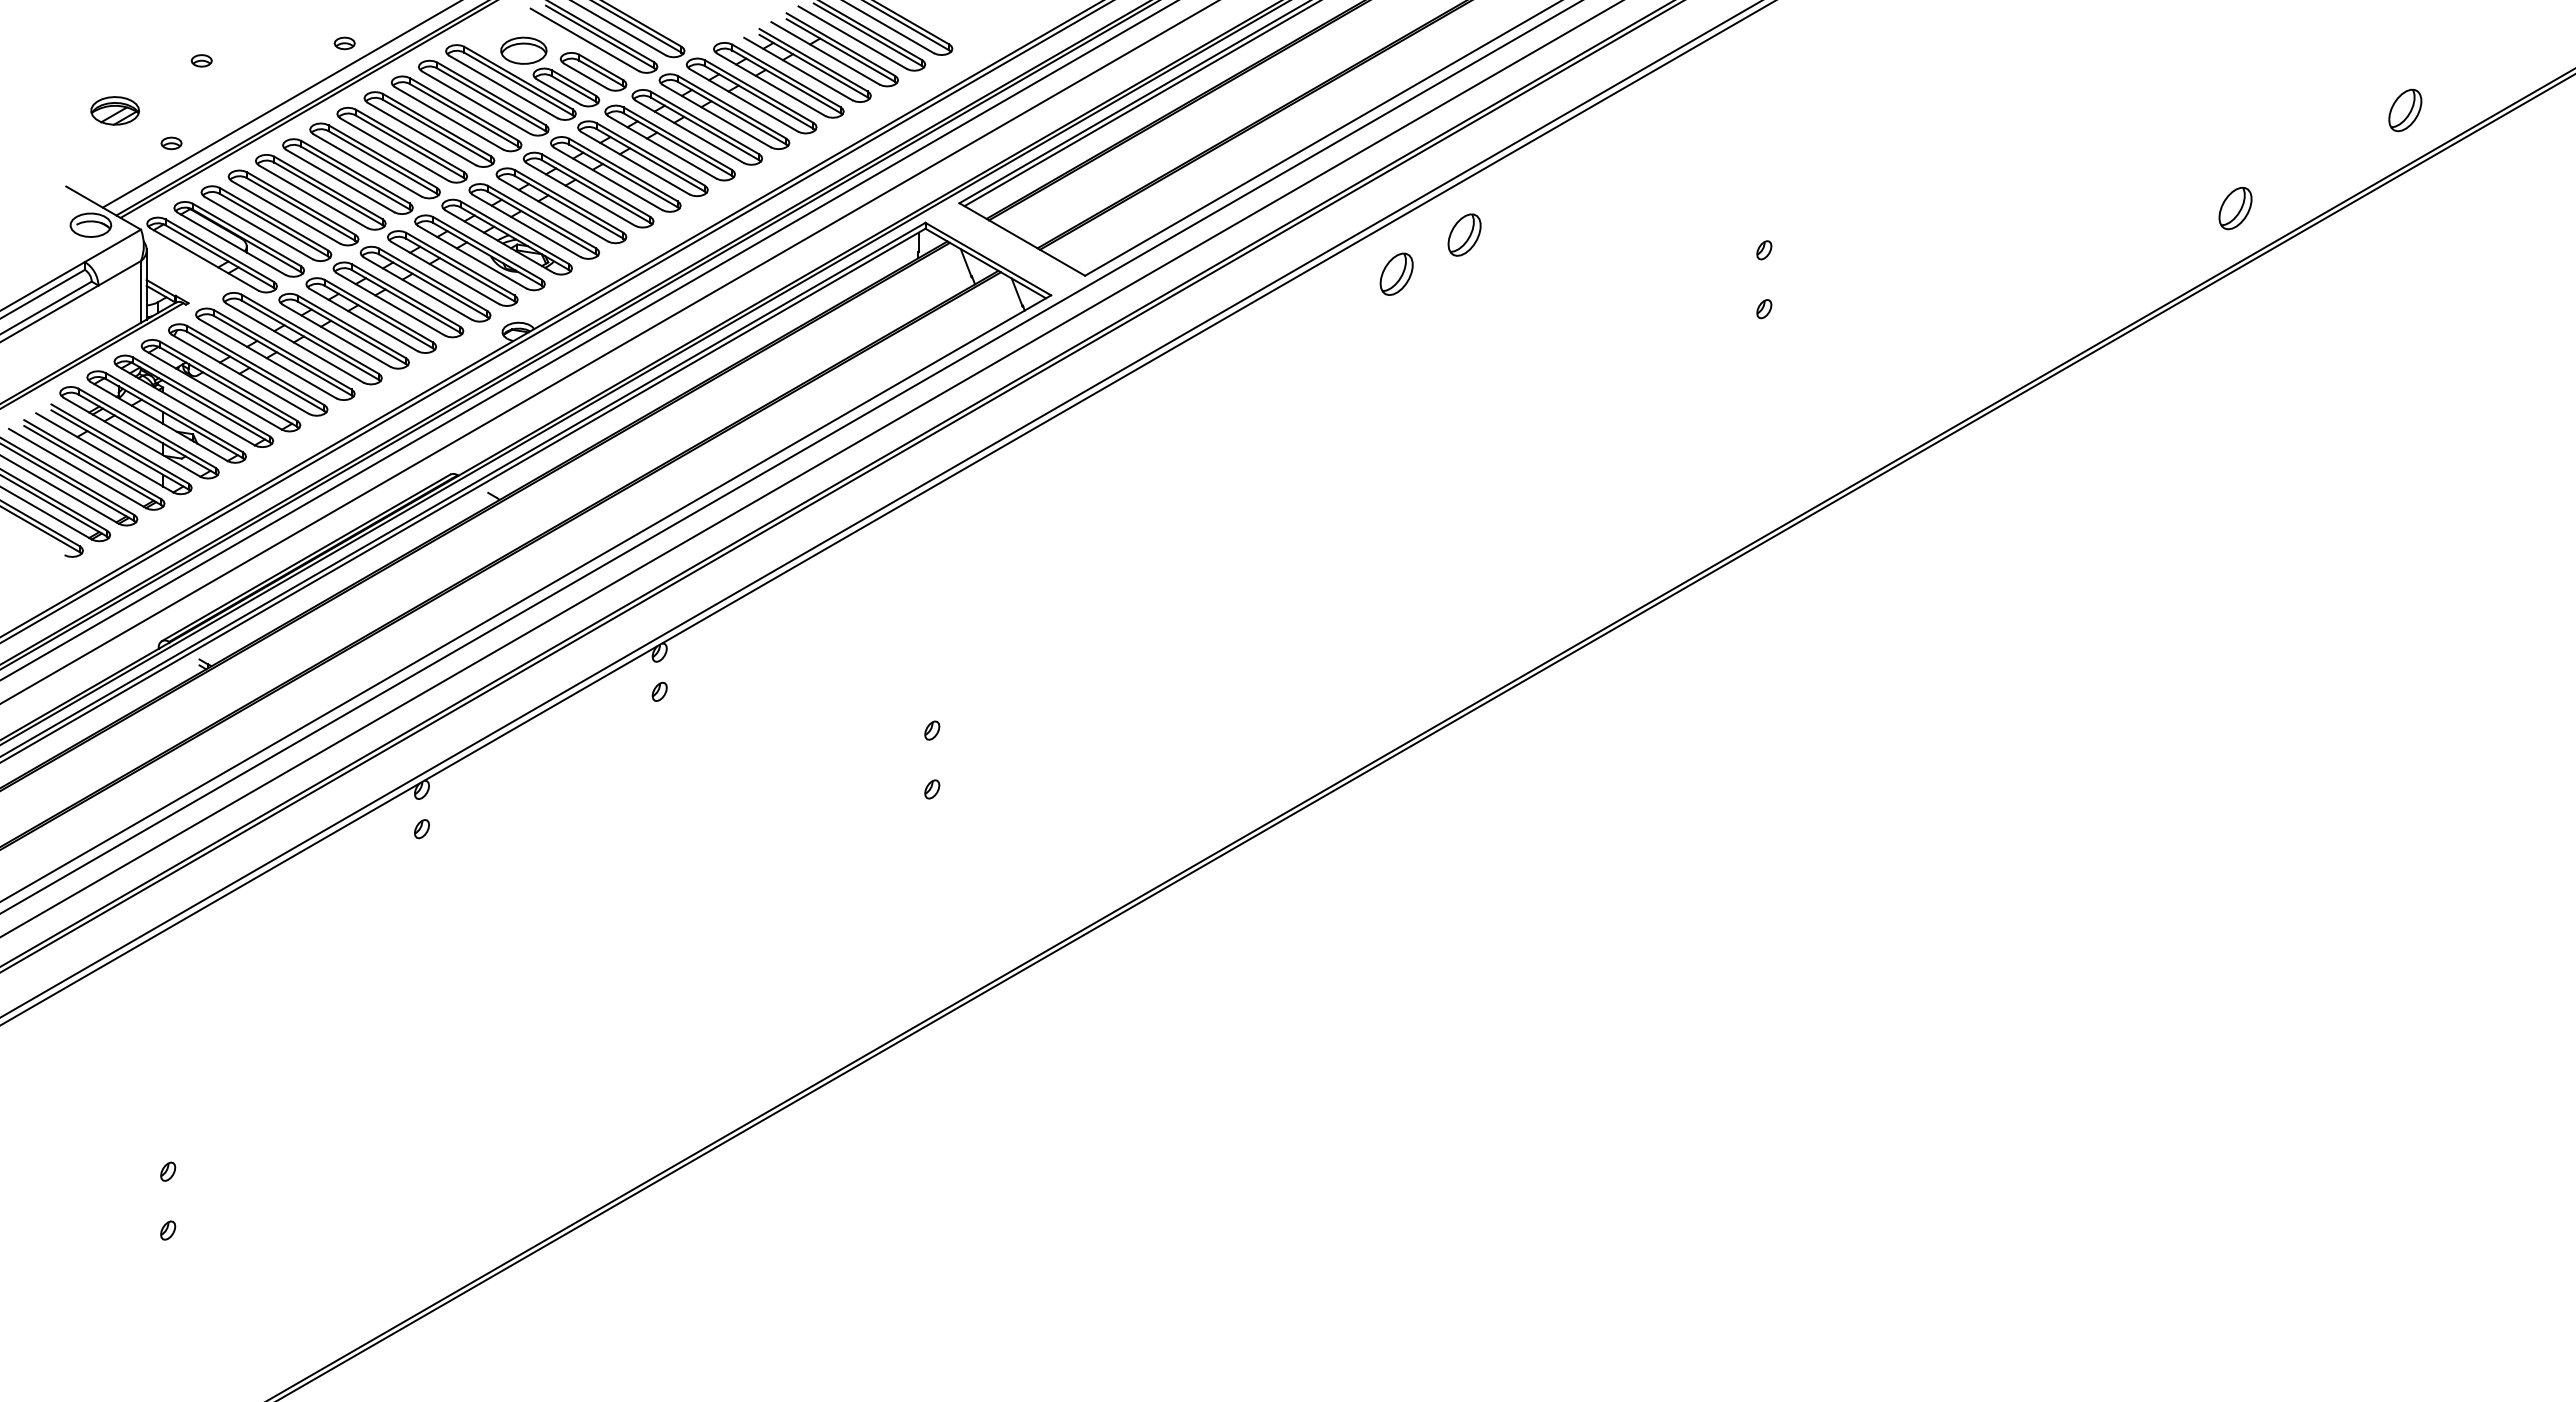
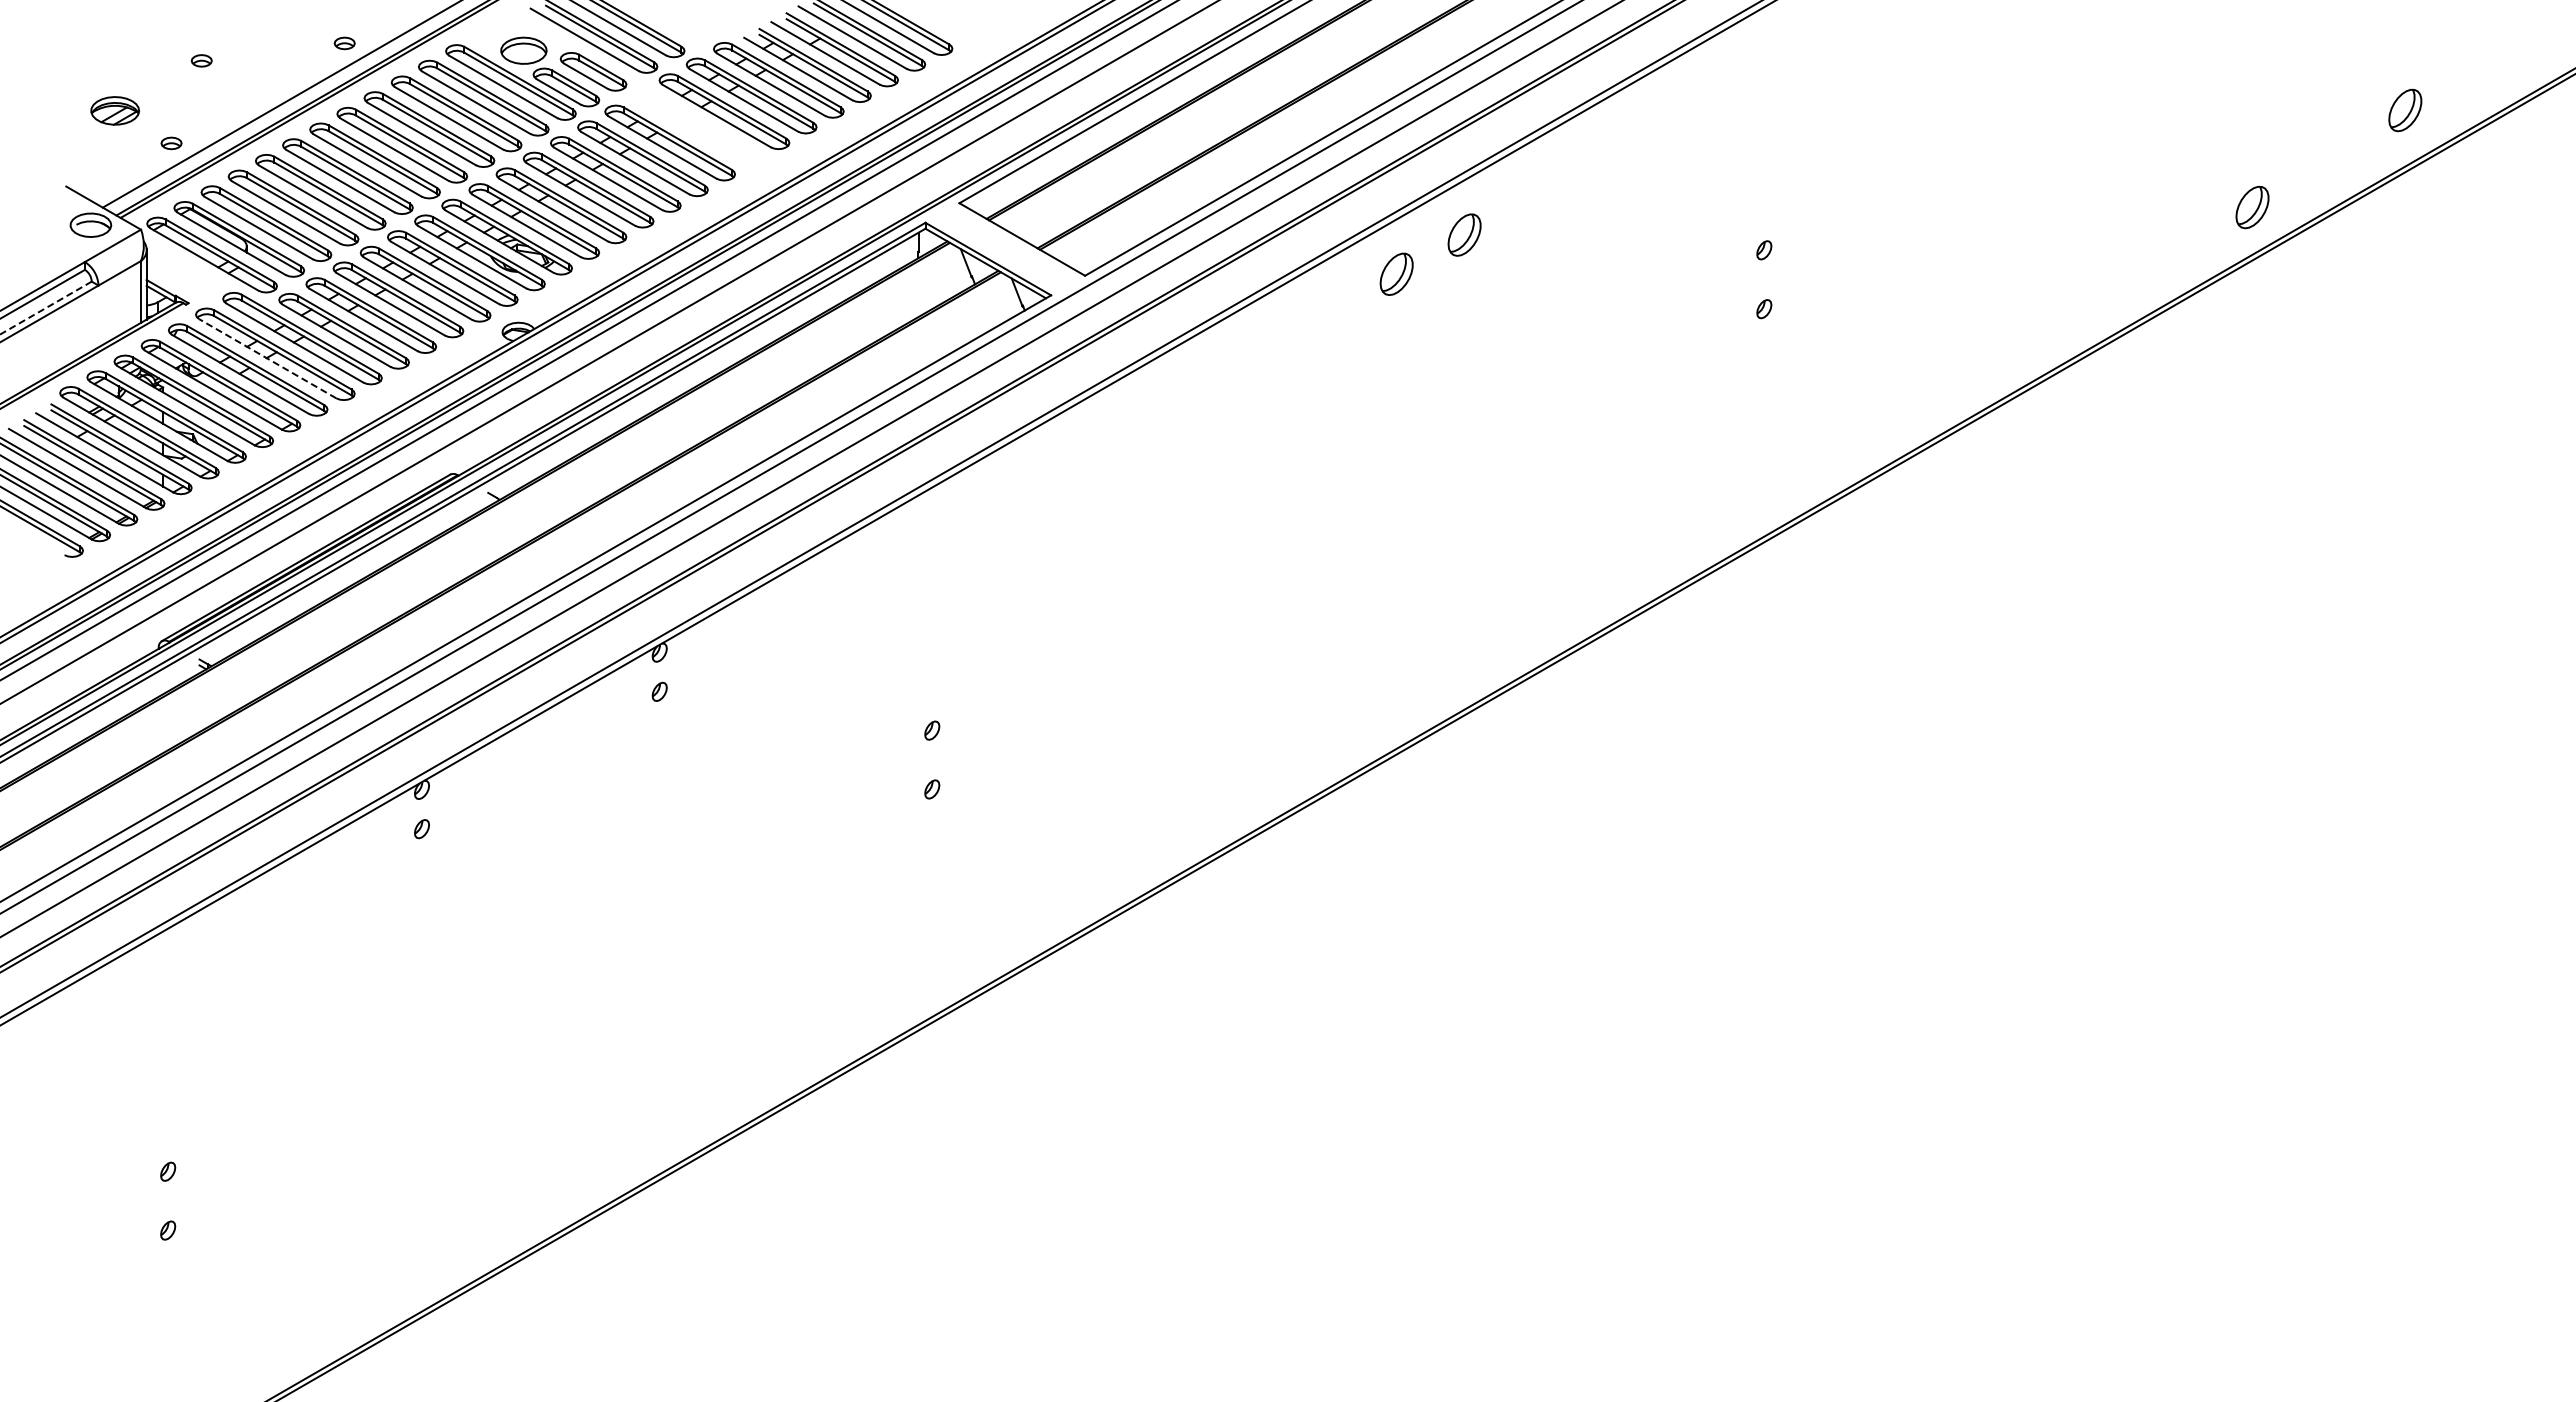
line at (1141, 104): present -> none
part at (697, 127): present -> none
part at (2235, 208) position: (2235, 208) -> (2252, 207)
line at (45, 308): solid -> dashed
line at (267, 358): solid -> dashed
